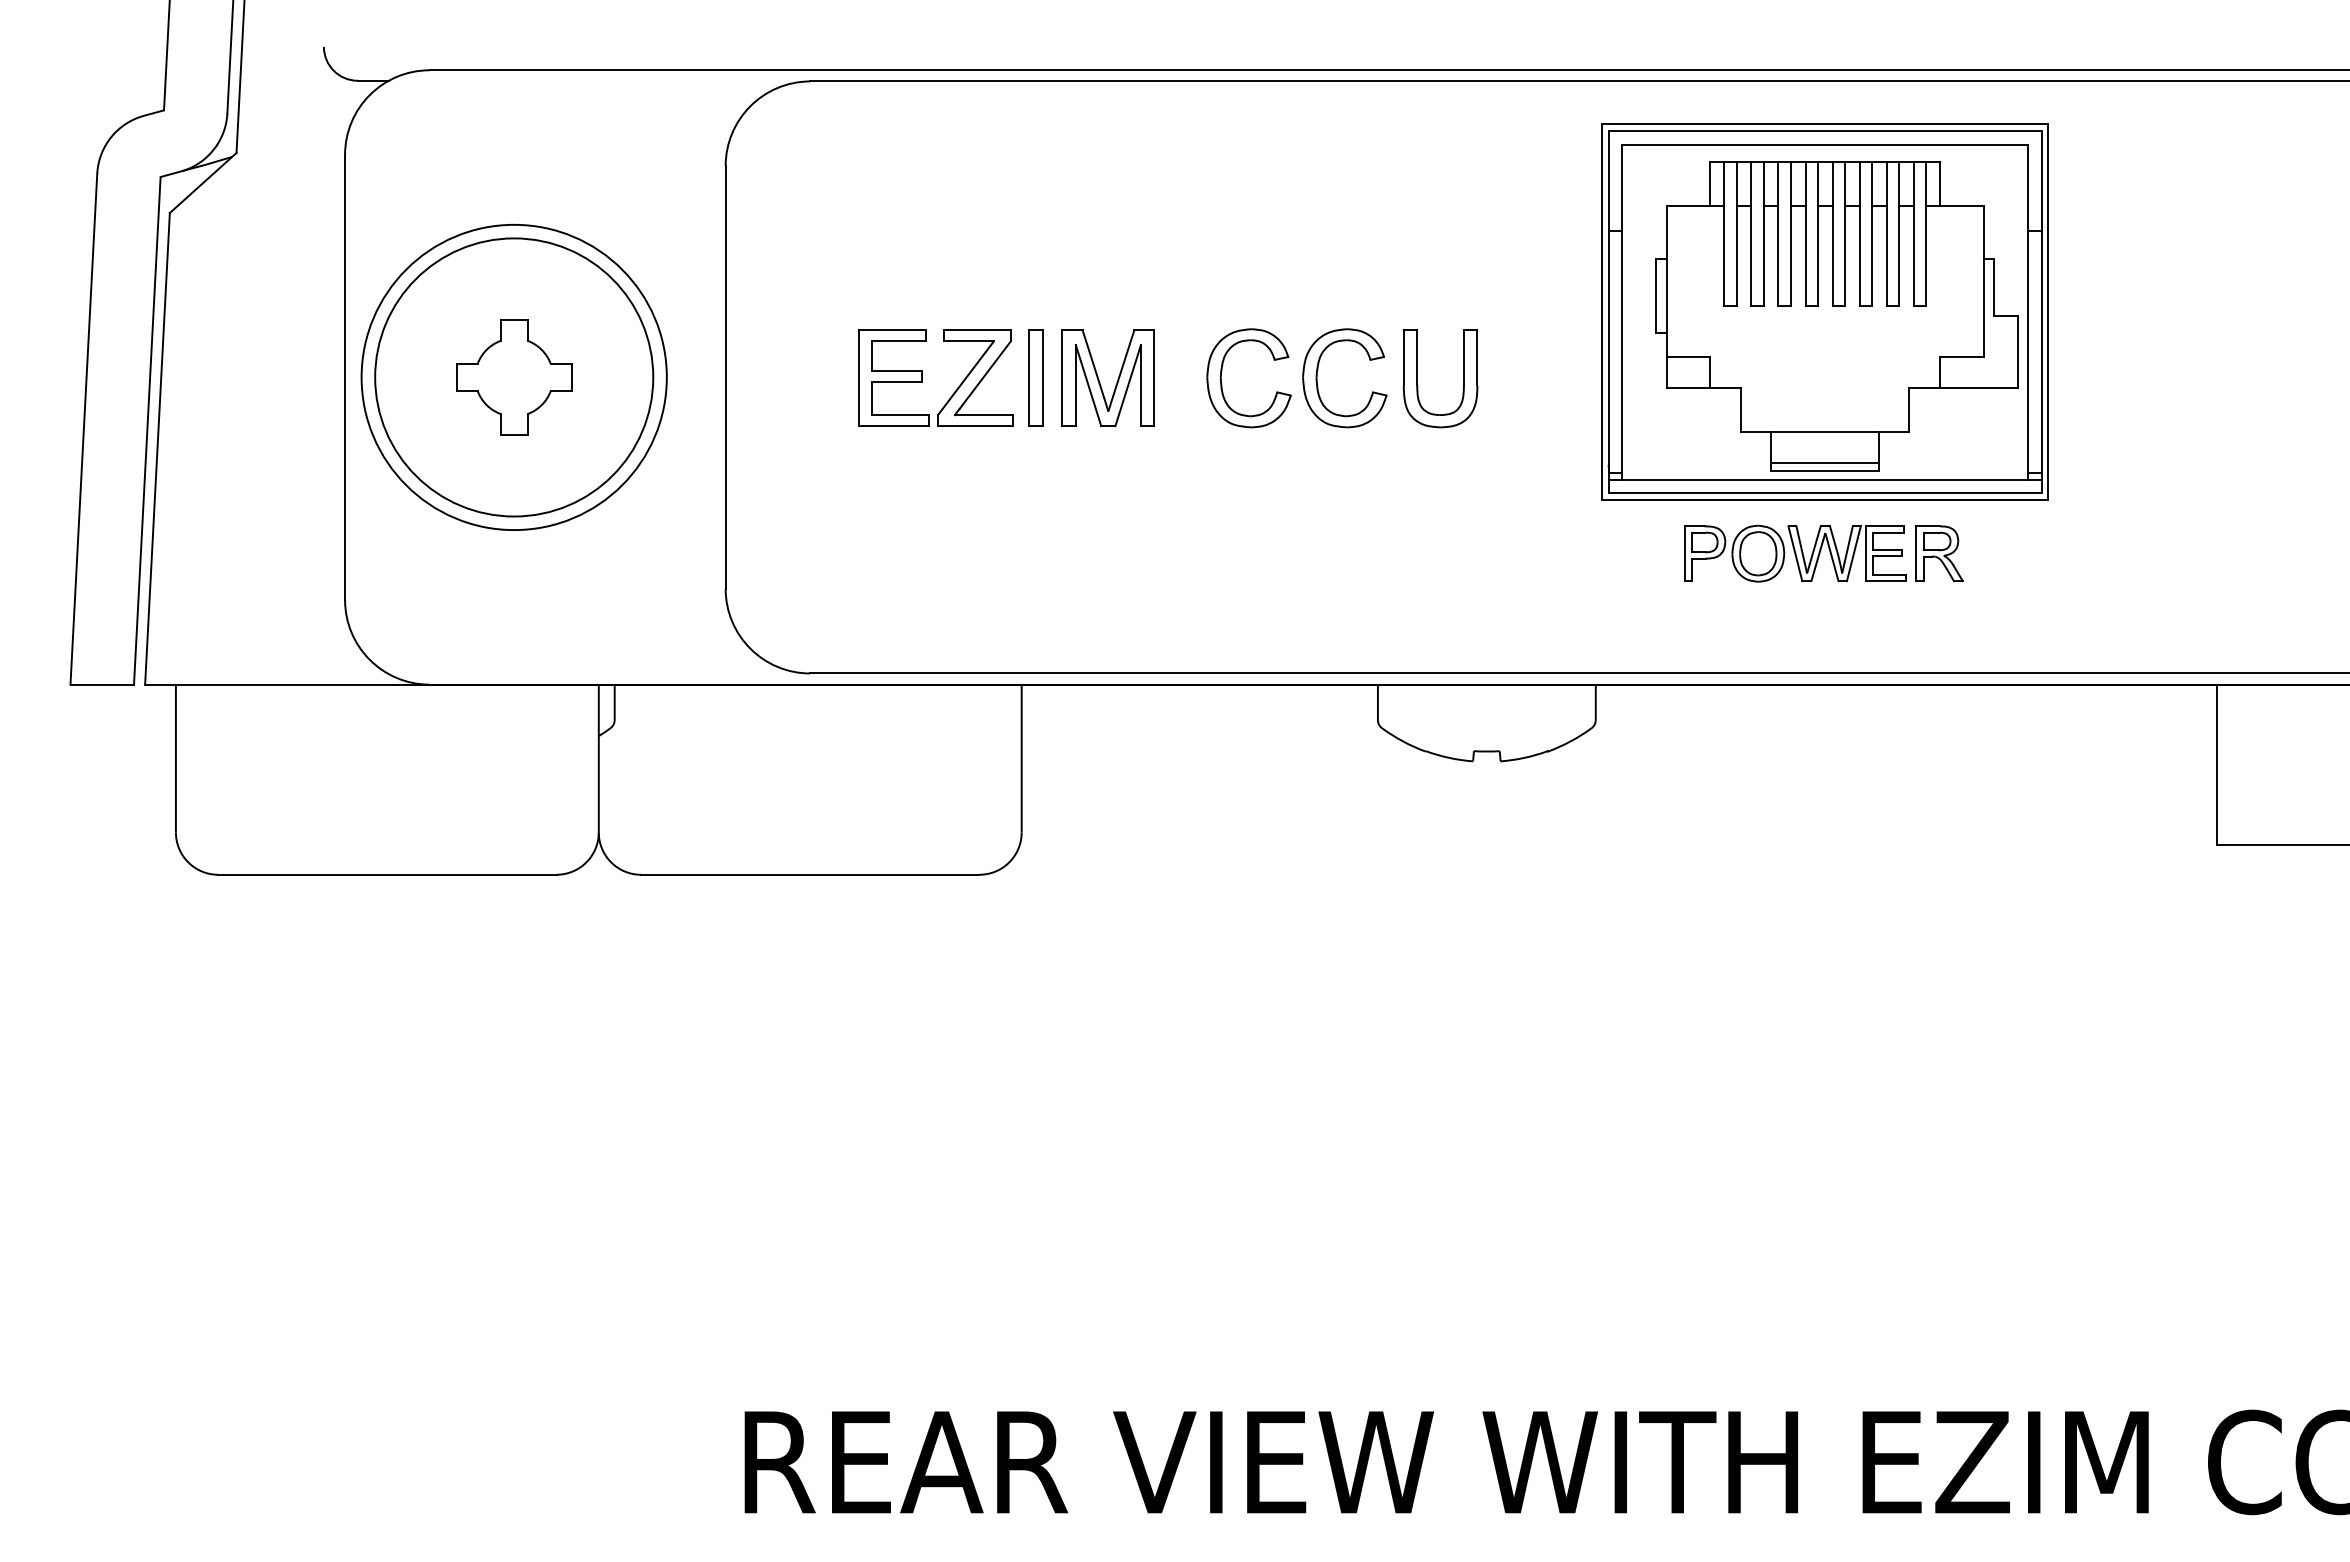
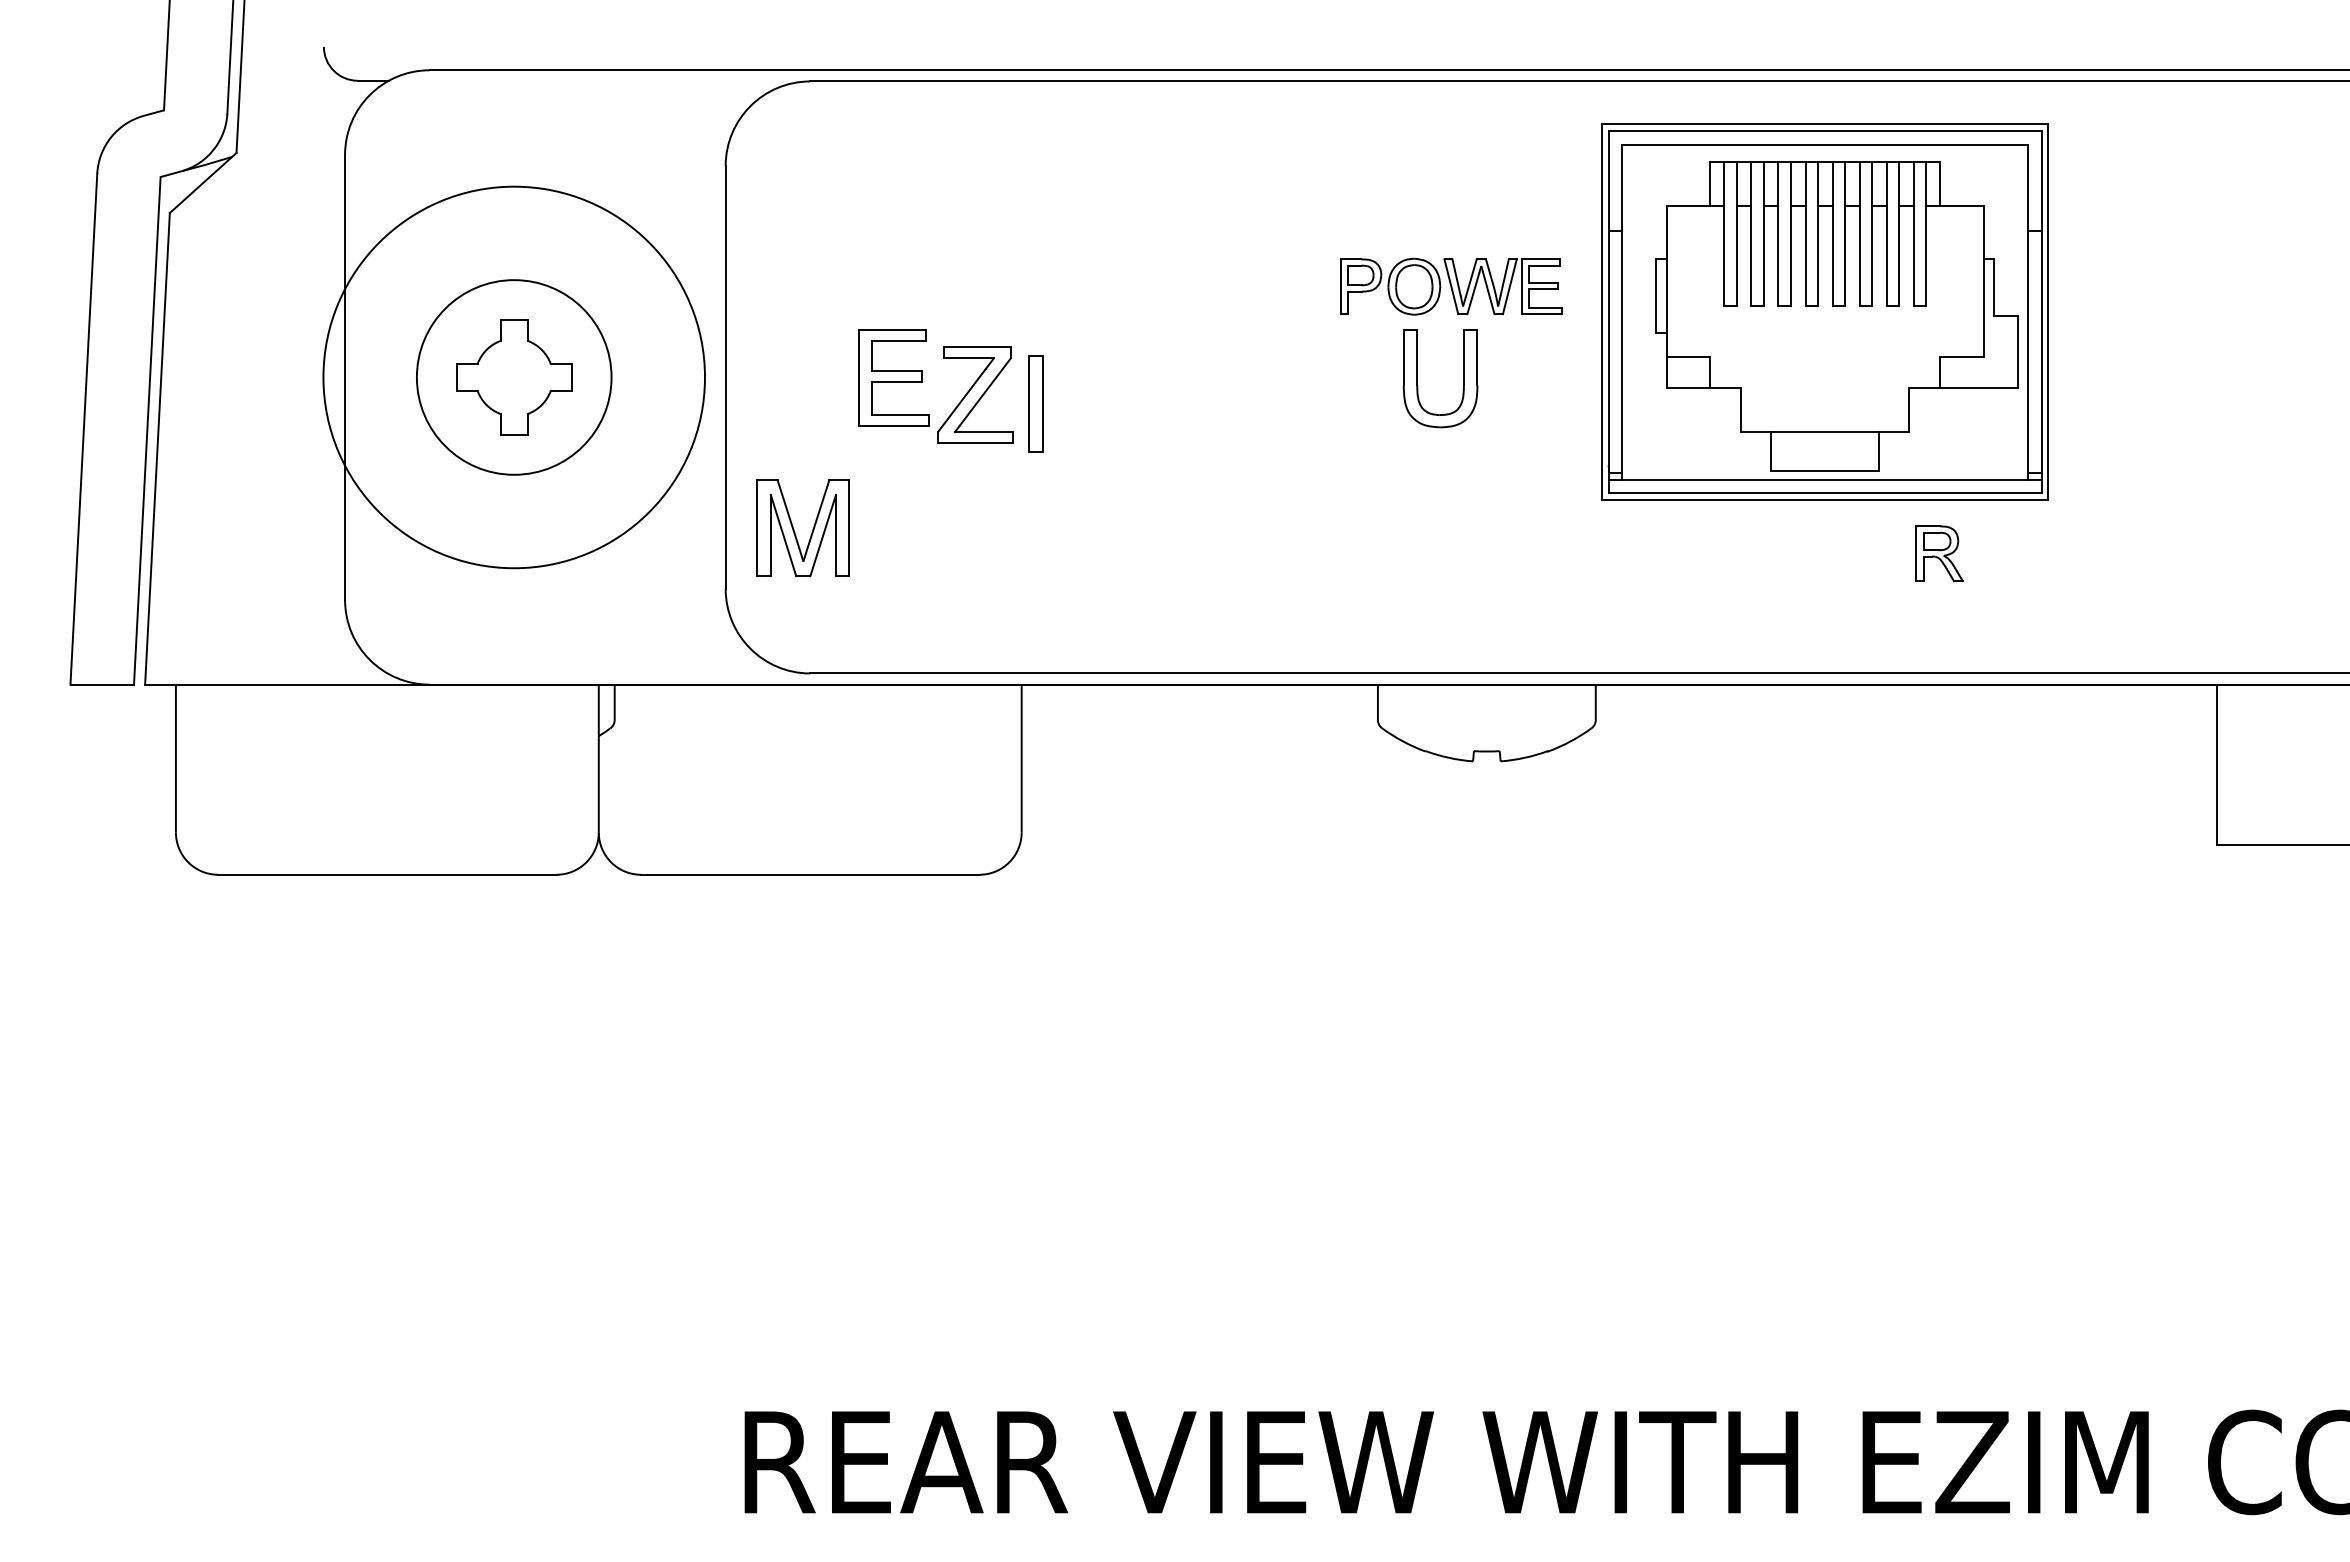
circle at (513, 377) diameter: 305 px -> 382 px
circle at (514, 377) diameter: 278 px -> 195 px
part at (975, 377) position: (975, 377) -> (975, 394)
part at (1035, 377) position: (1035, 377) -> (1035, 403)
part at (1317, 378): present -> none
part at (1099, 379) position: (1099, 379) -> (794, 529)
part at (1222, 383): present -> none
line at (1825, 462): present -> none
part at (1795, 553) position: (1795, 553) -> (1451, 286)
